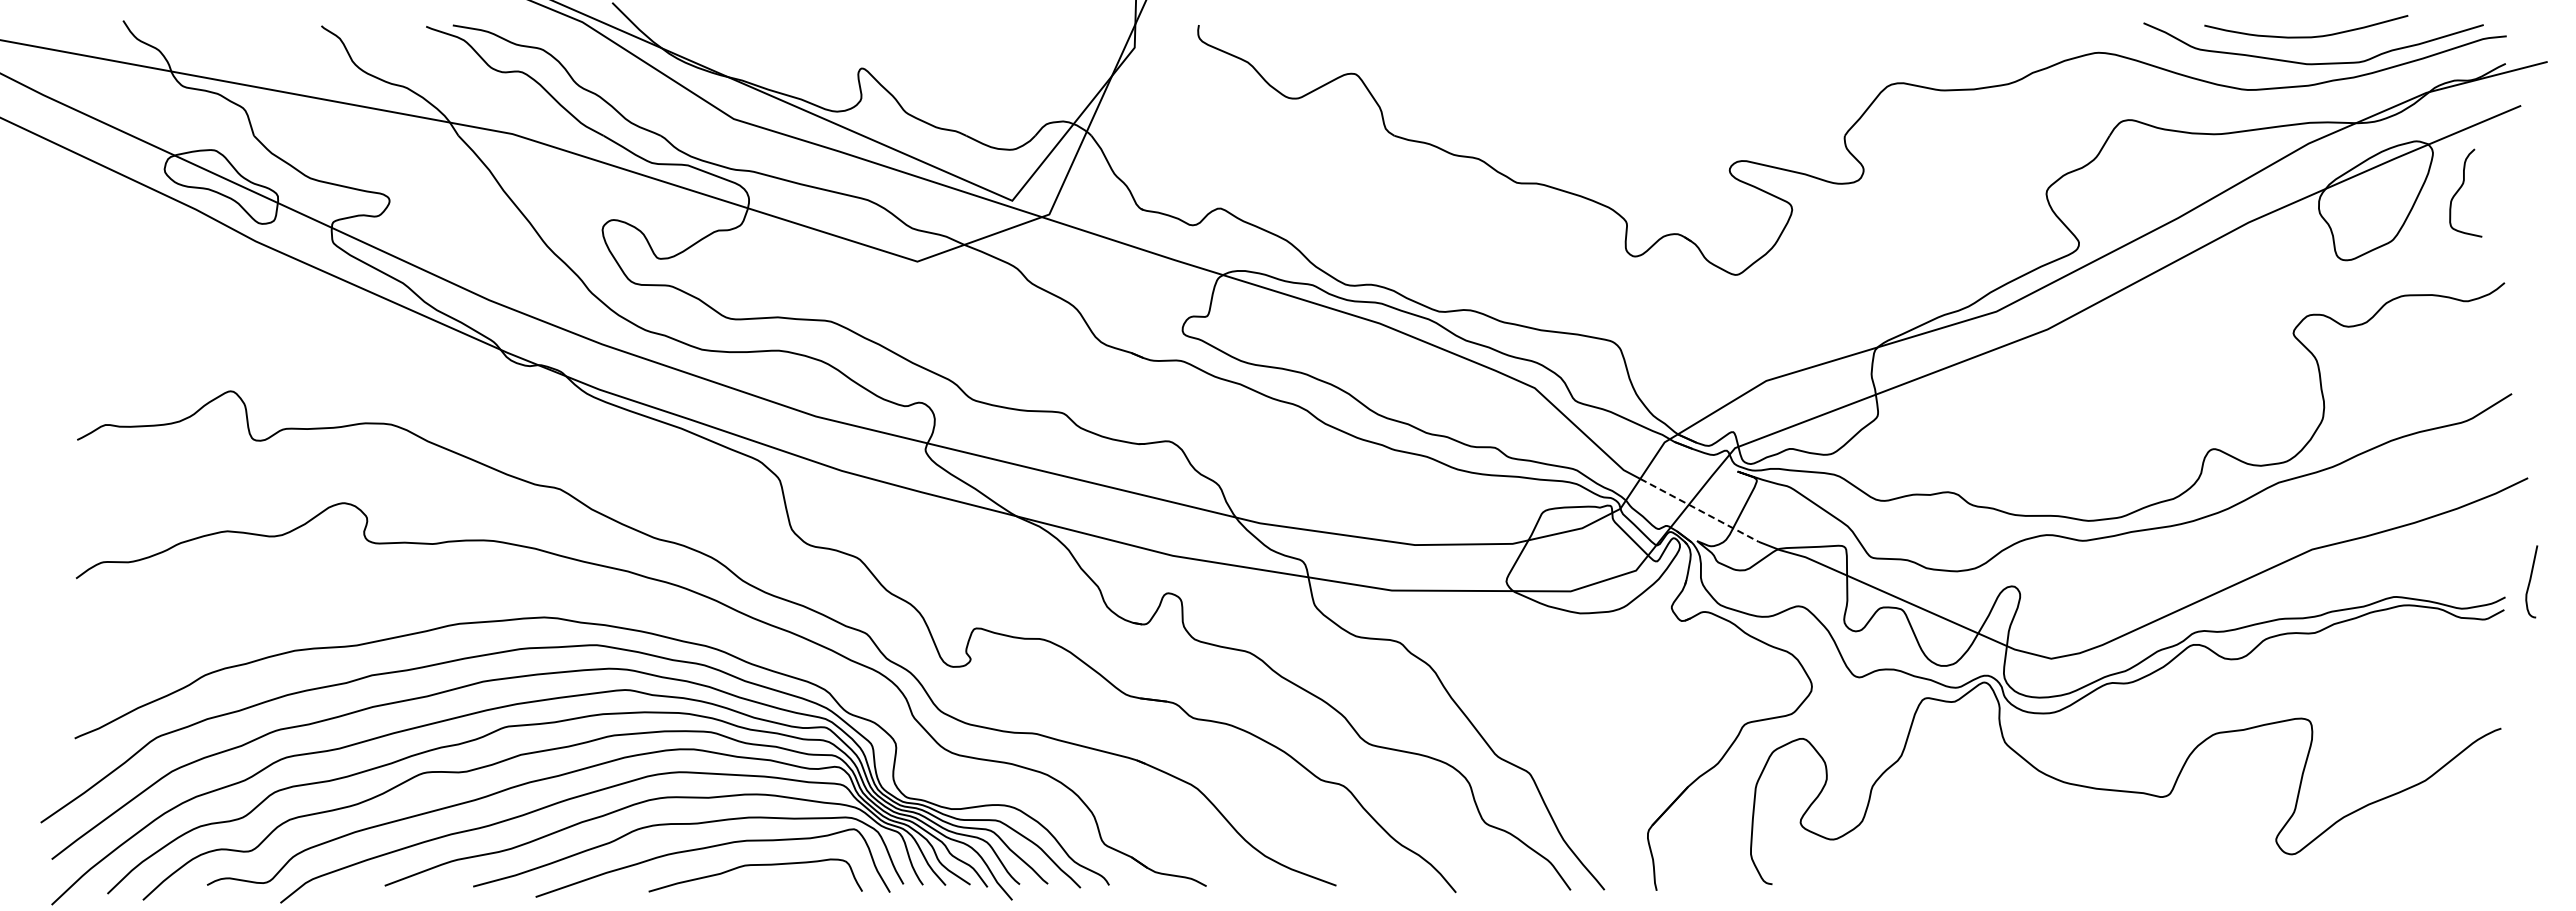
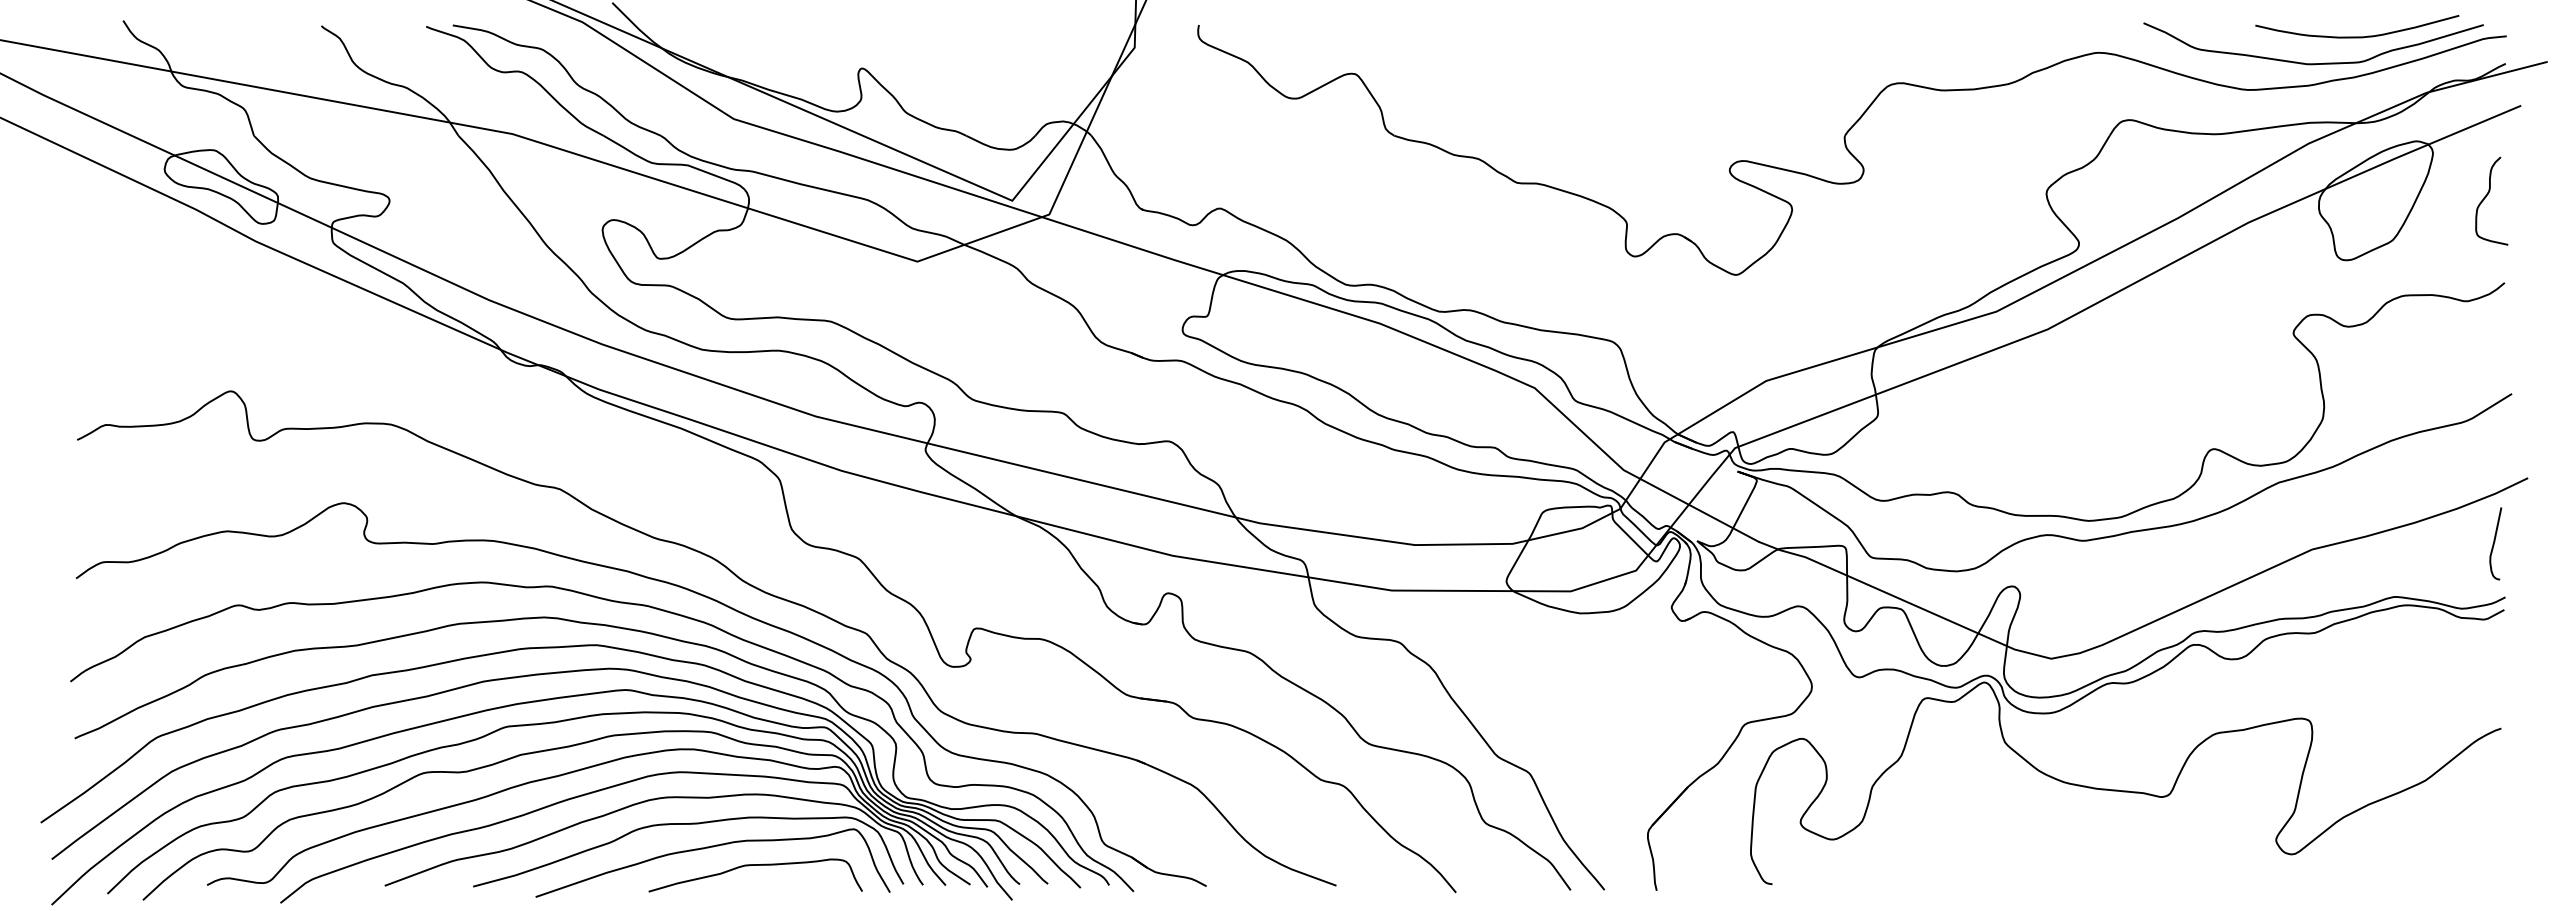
curve at (2306, 36) position: (2306, 36) -> (2357, 36)
curve at (2460, 189) position: (2460, 189) -> (2486, 197)
line at (1699, 510): dashed -> solid
curve at (2530, 581) position: (2530, 581) -> (2494, 543)
curve at (619, 603): none -> present
